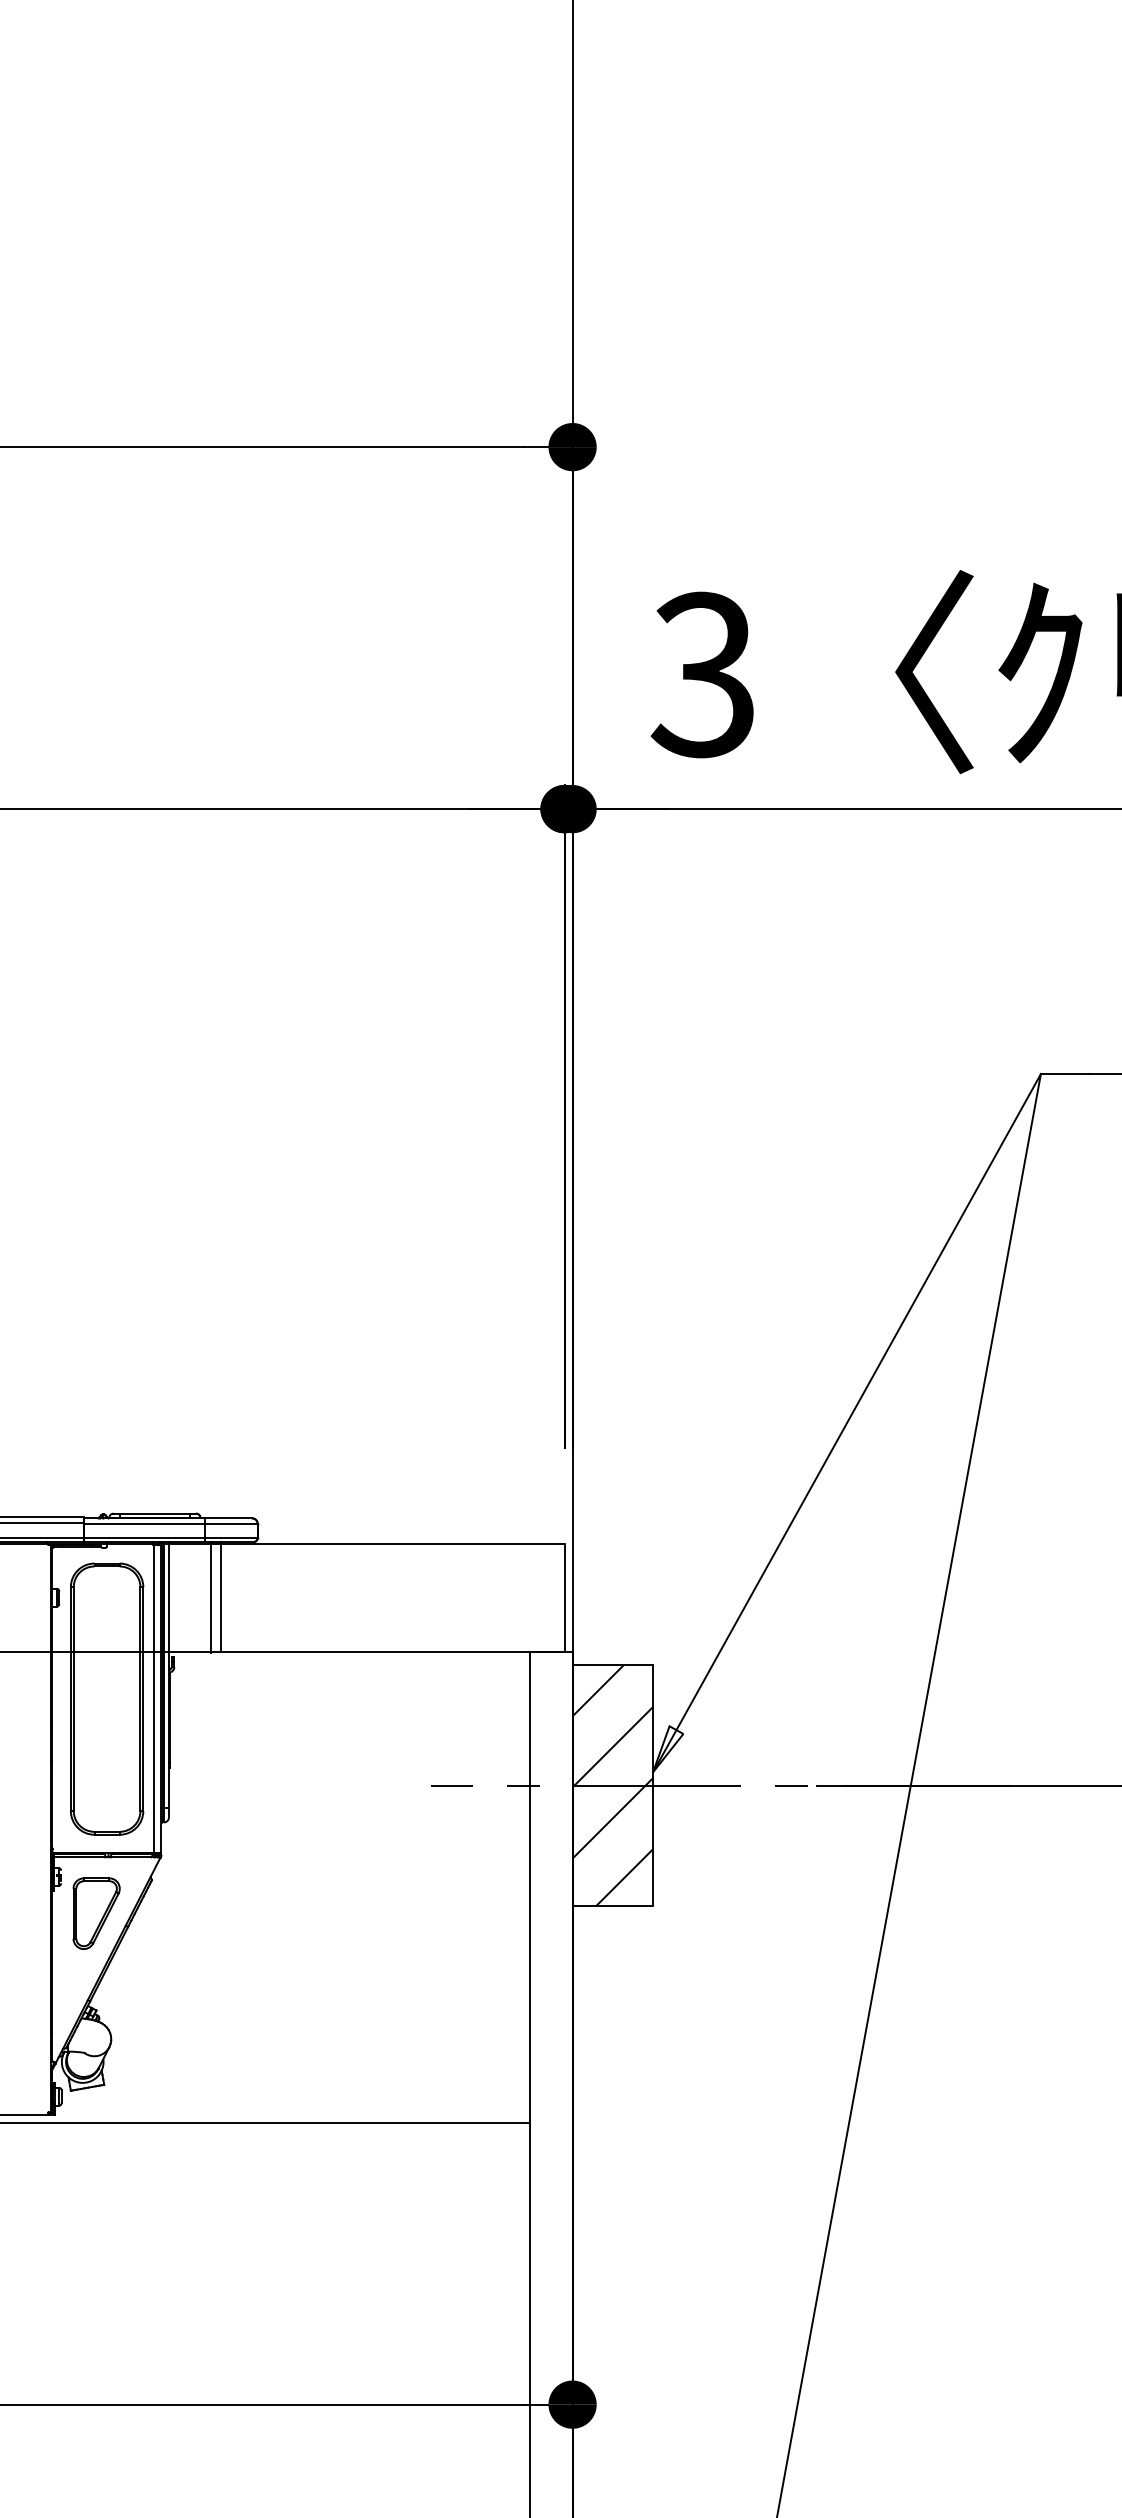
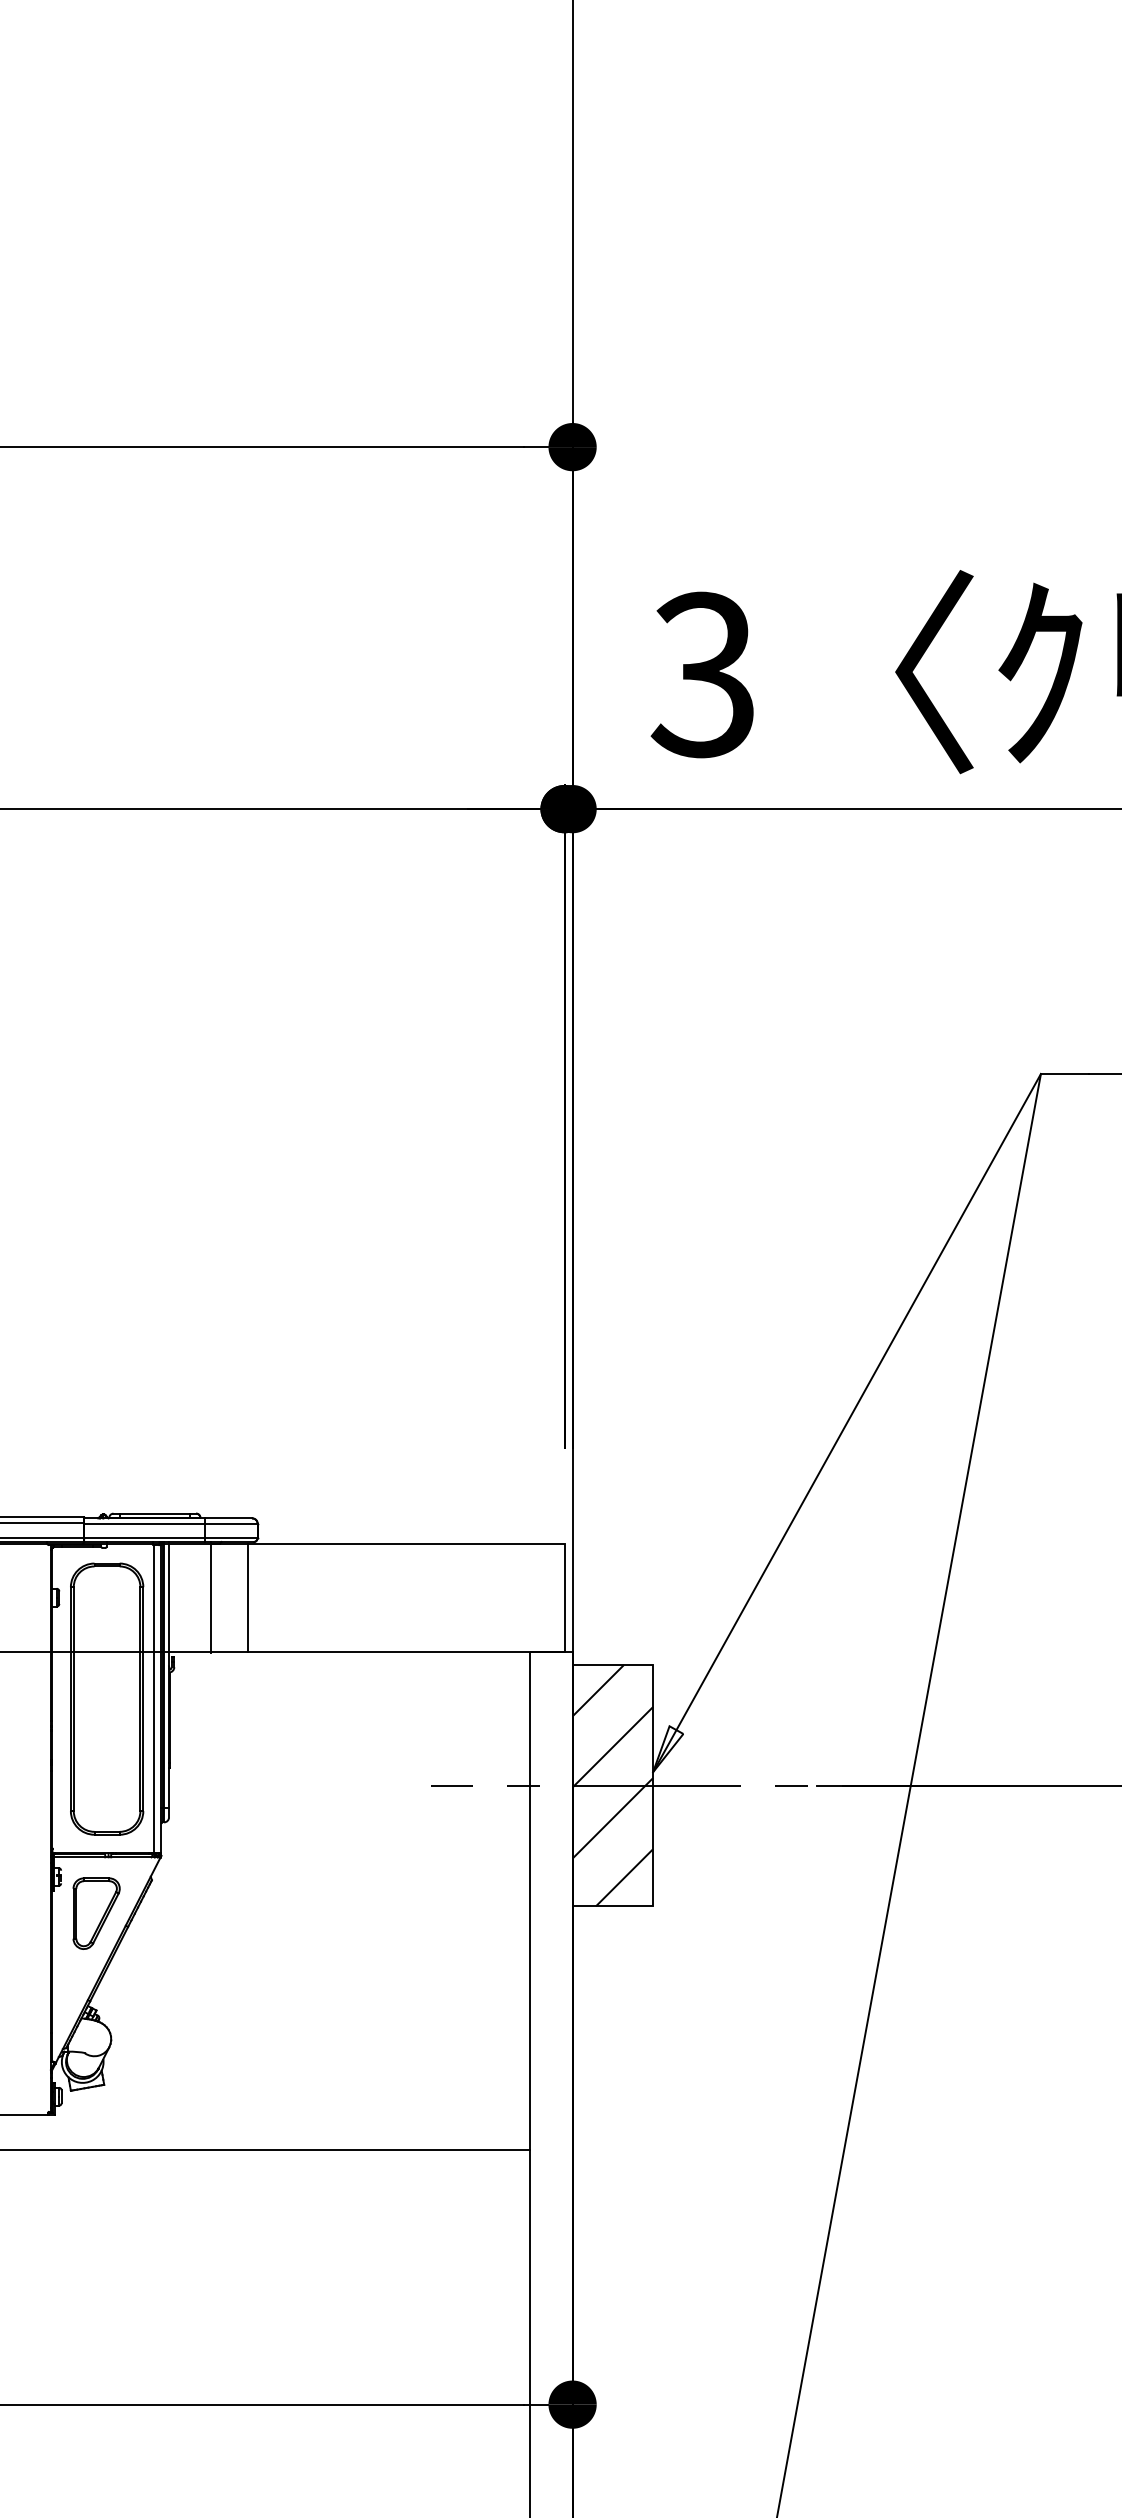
line at (221, 1597) position: (221, 1597) -> (248, 1597)
line at (265, 2123) position: (265, 2123) -> (265, 2150)
